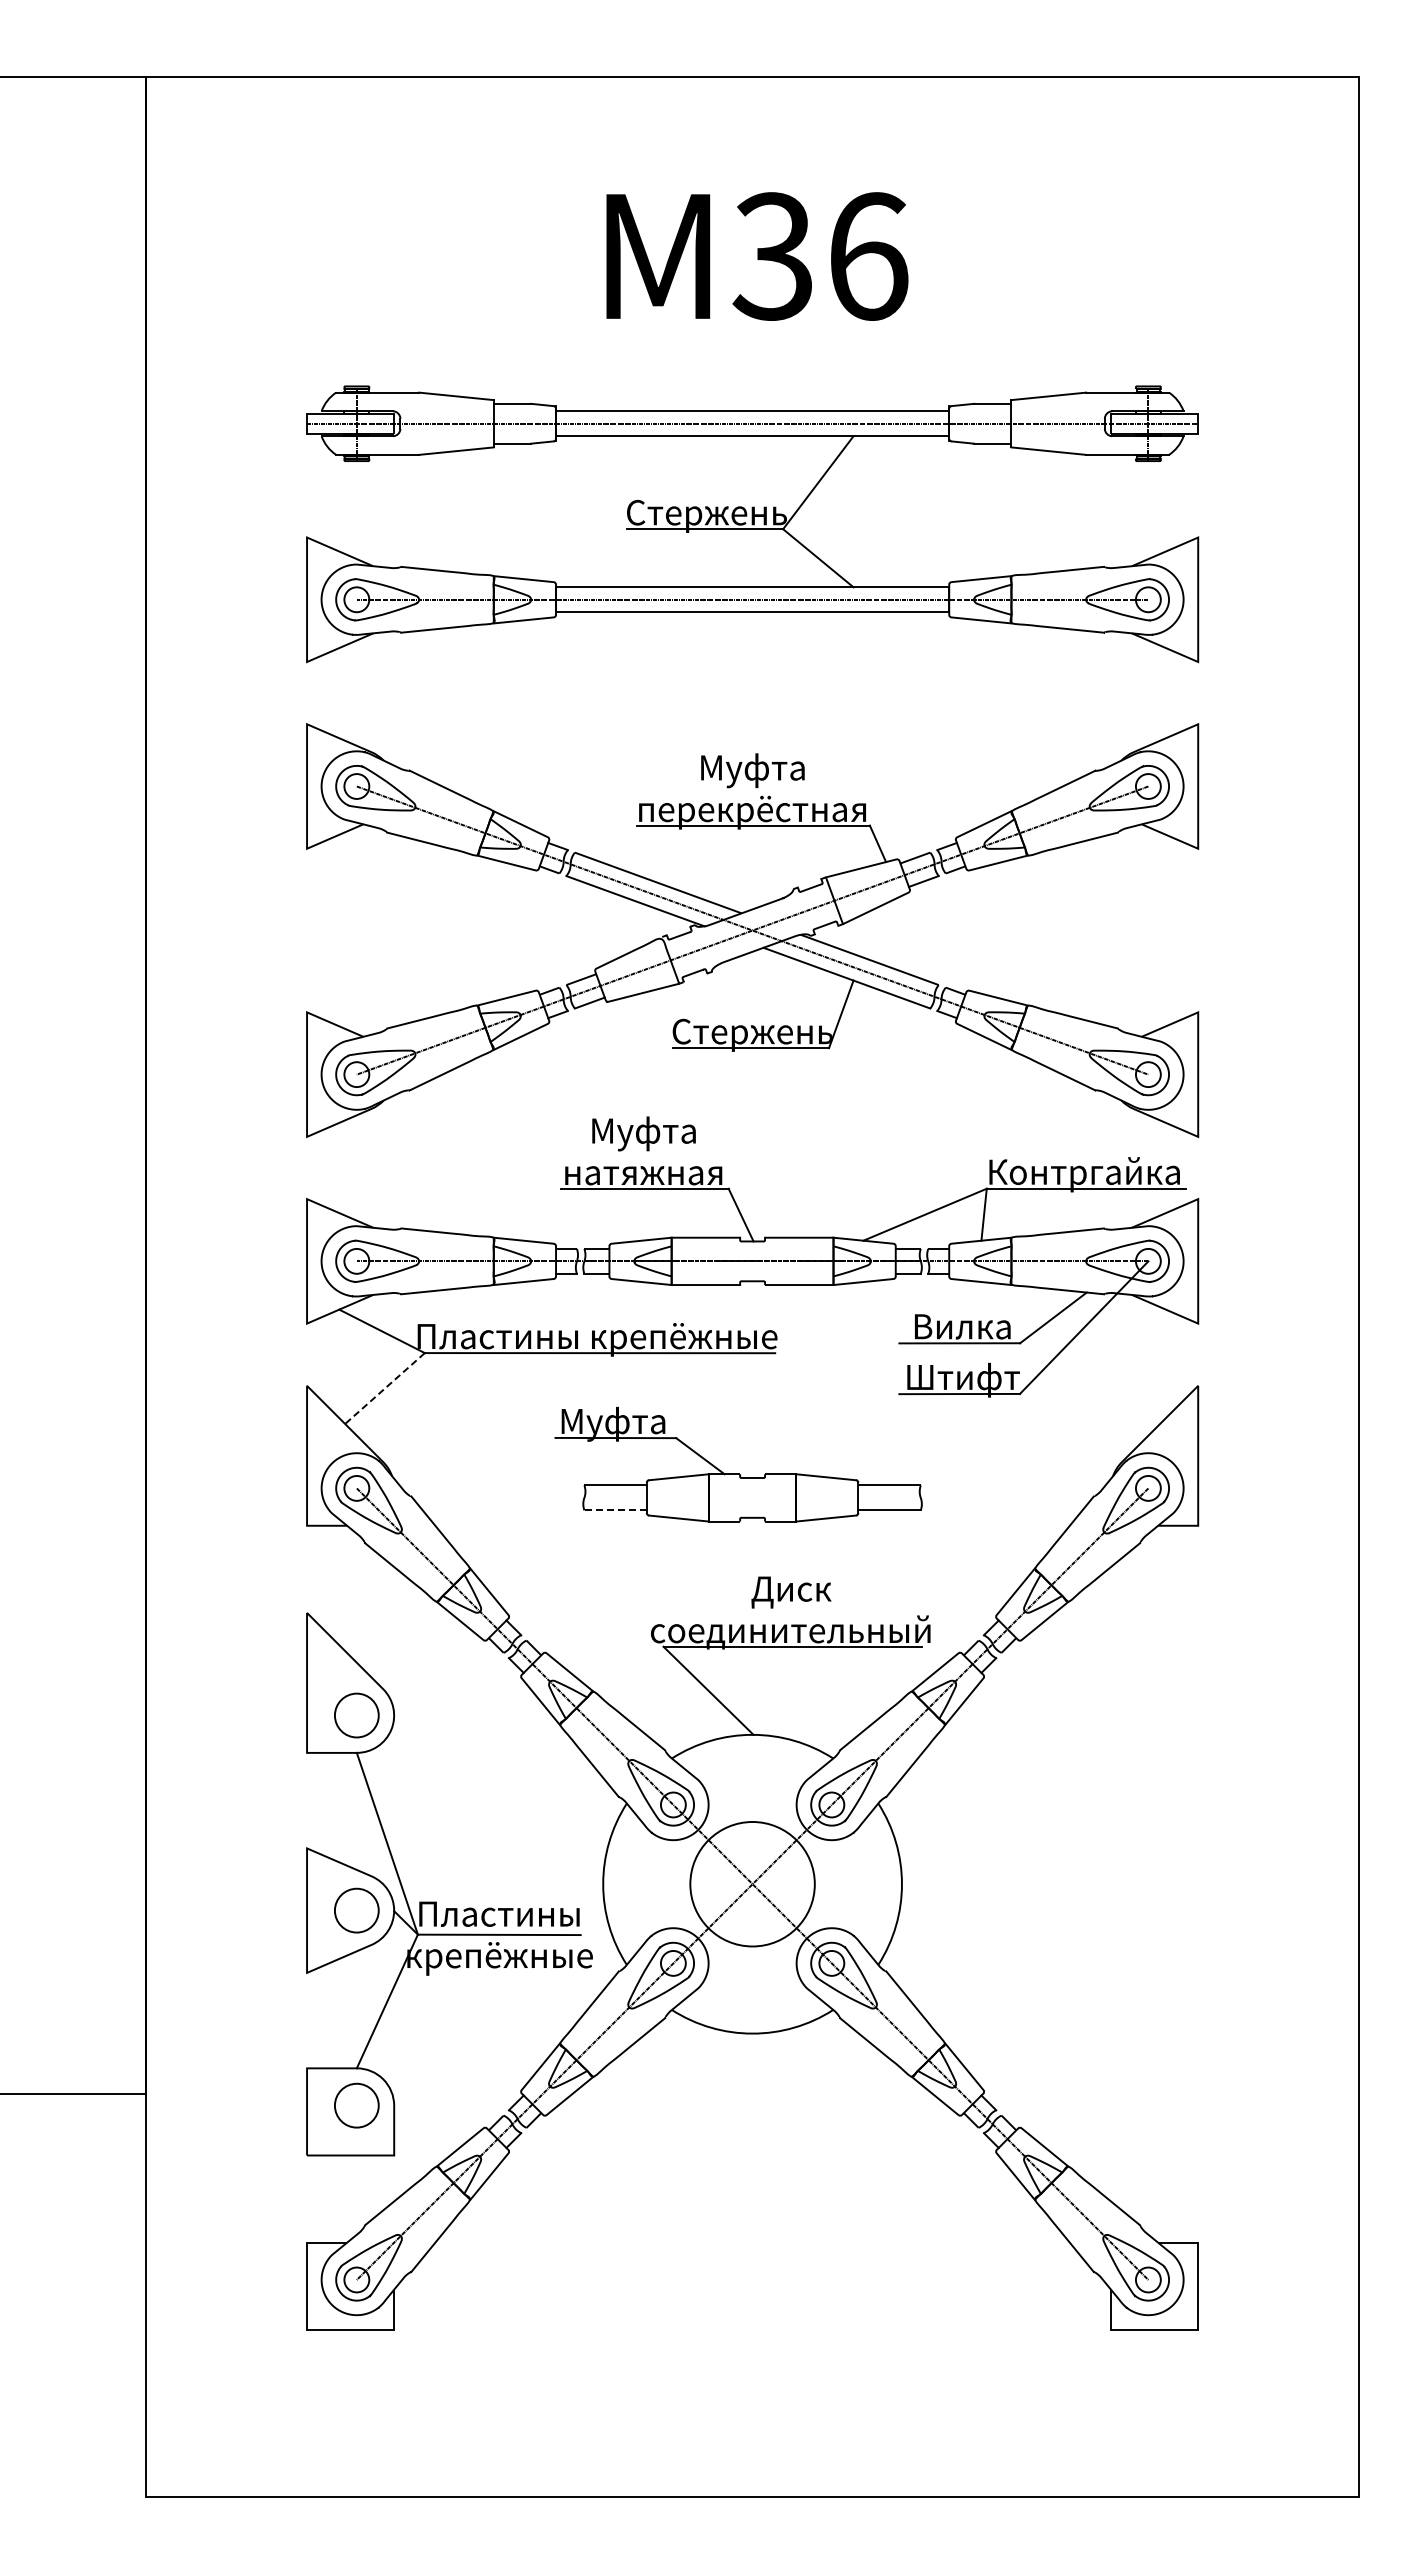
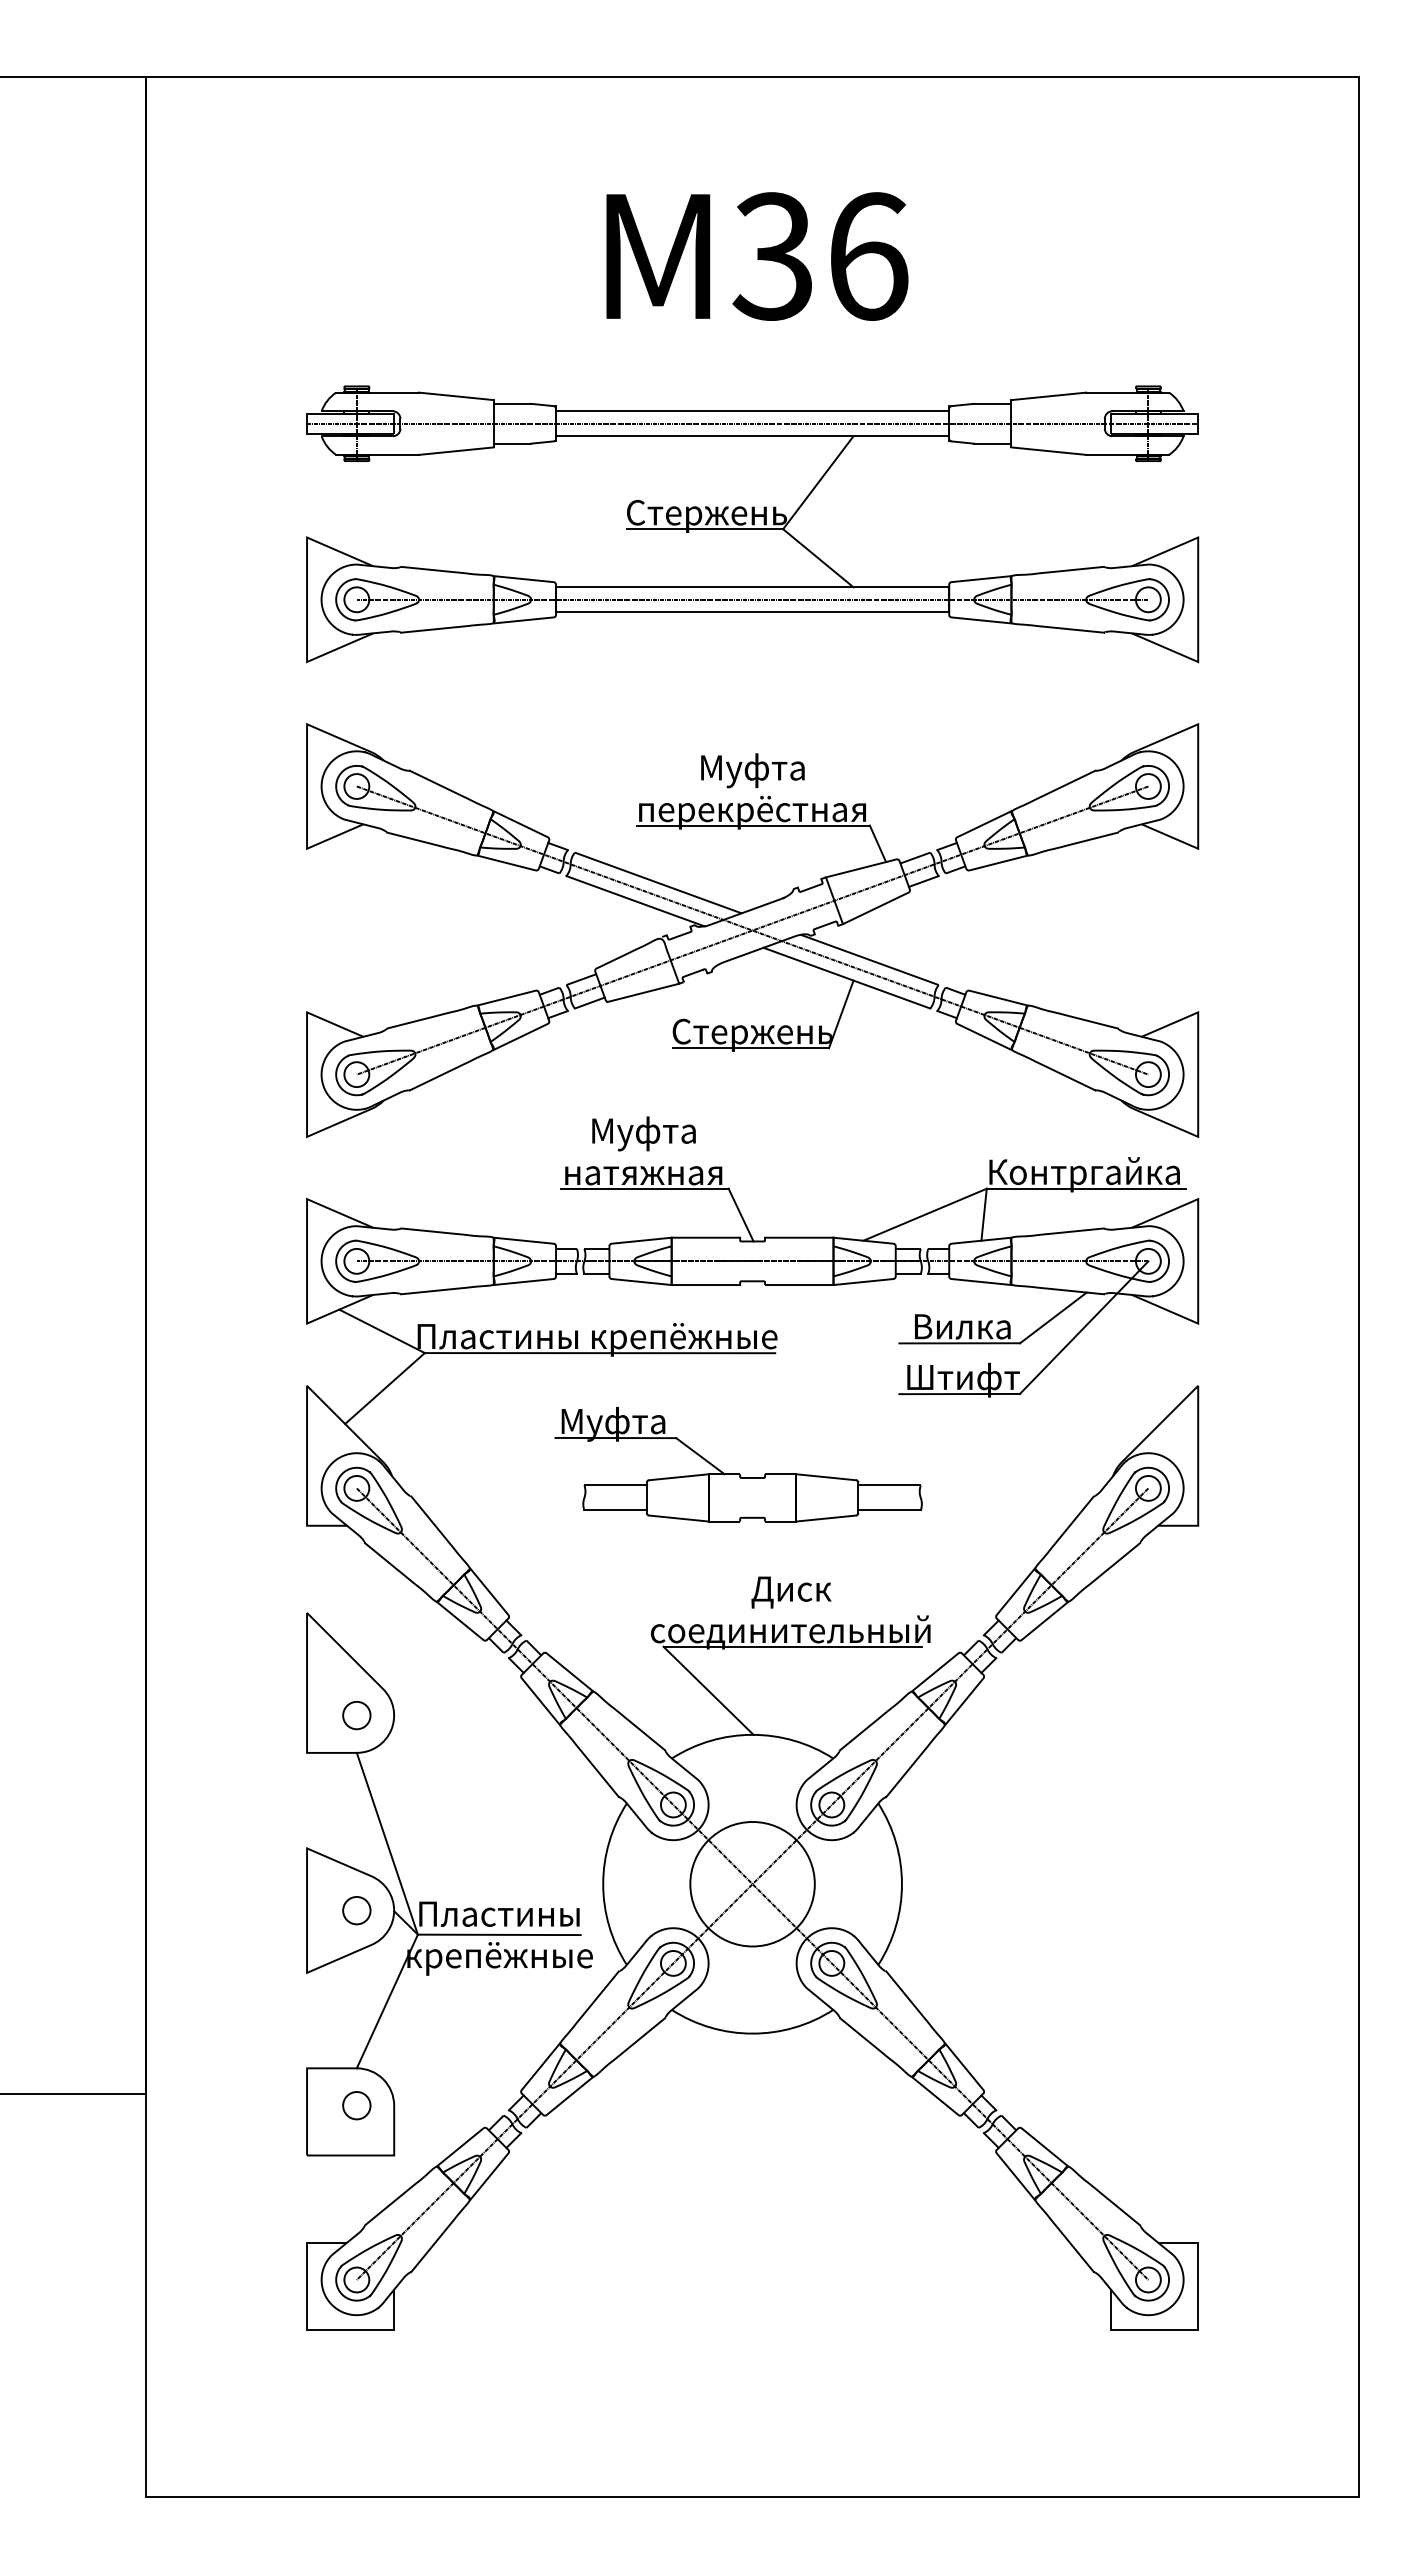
line at (384, 1388): dashed -> solid
line at (615, 1510): dashed -> solid
circle at (356, 1715) diameter: 44 px -> 27 px
circle at (356, 1910) diameter: 44 px -> 27 px
circle at (356, 2105) diameter: 44 px -> 27 px
